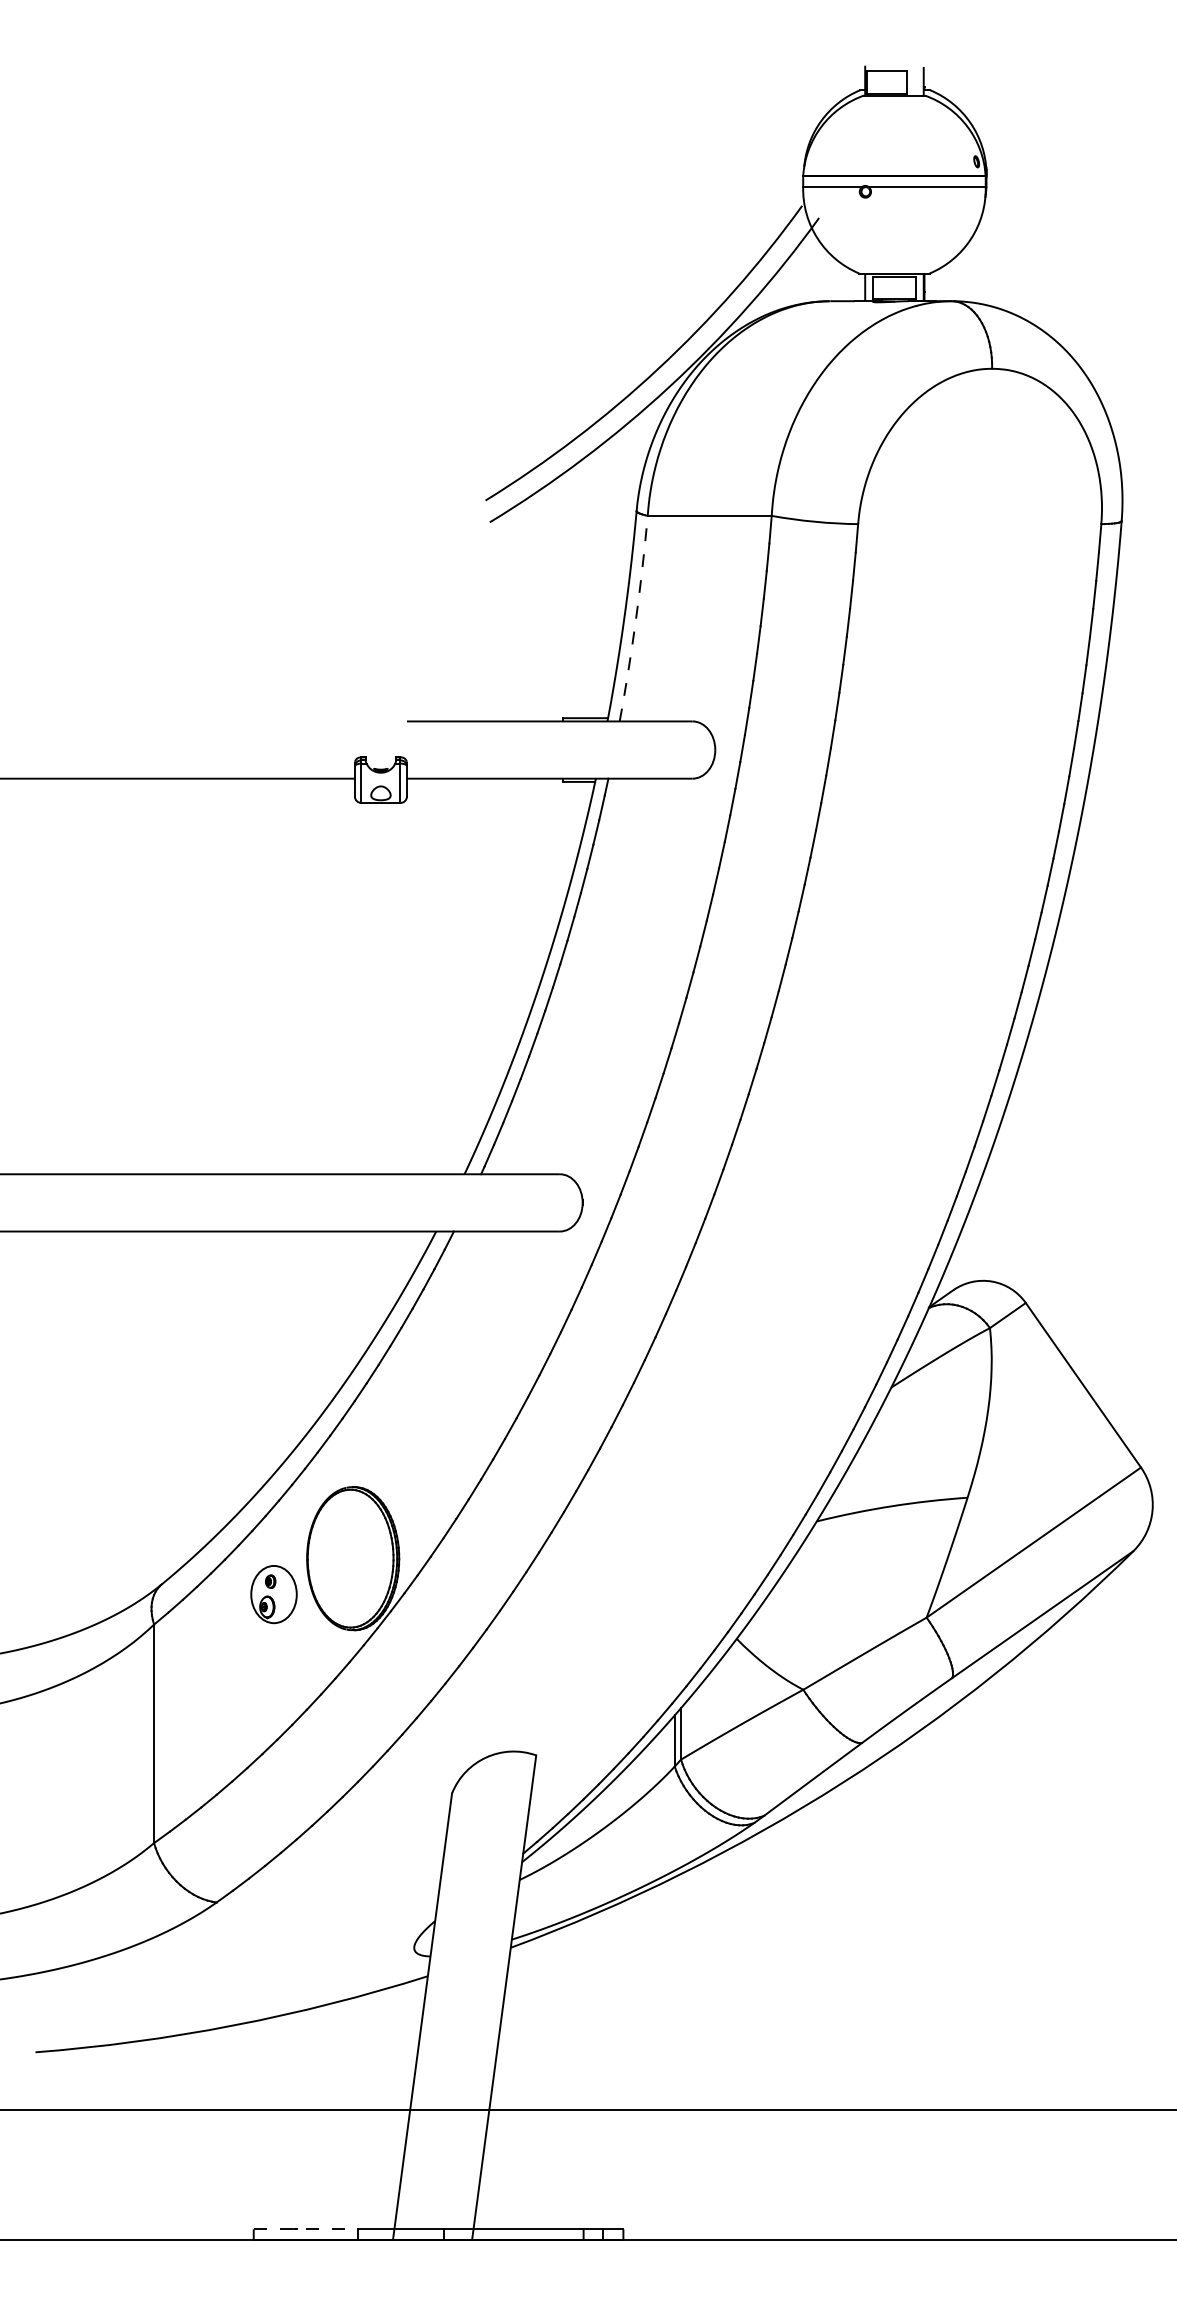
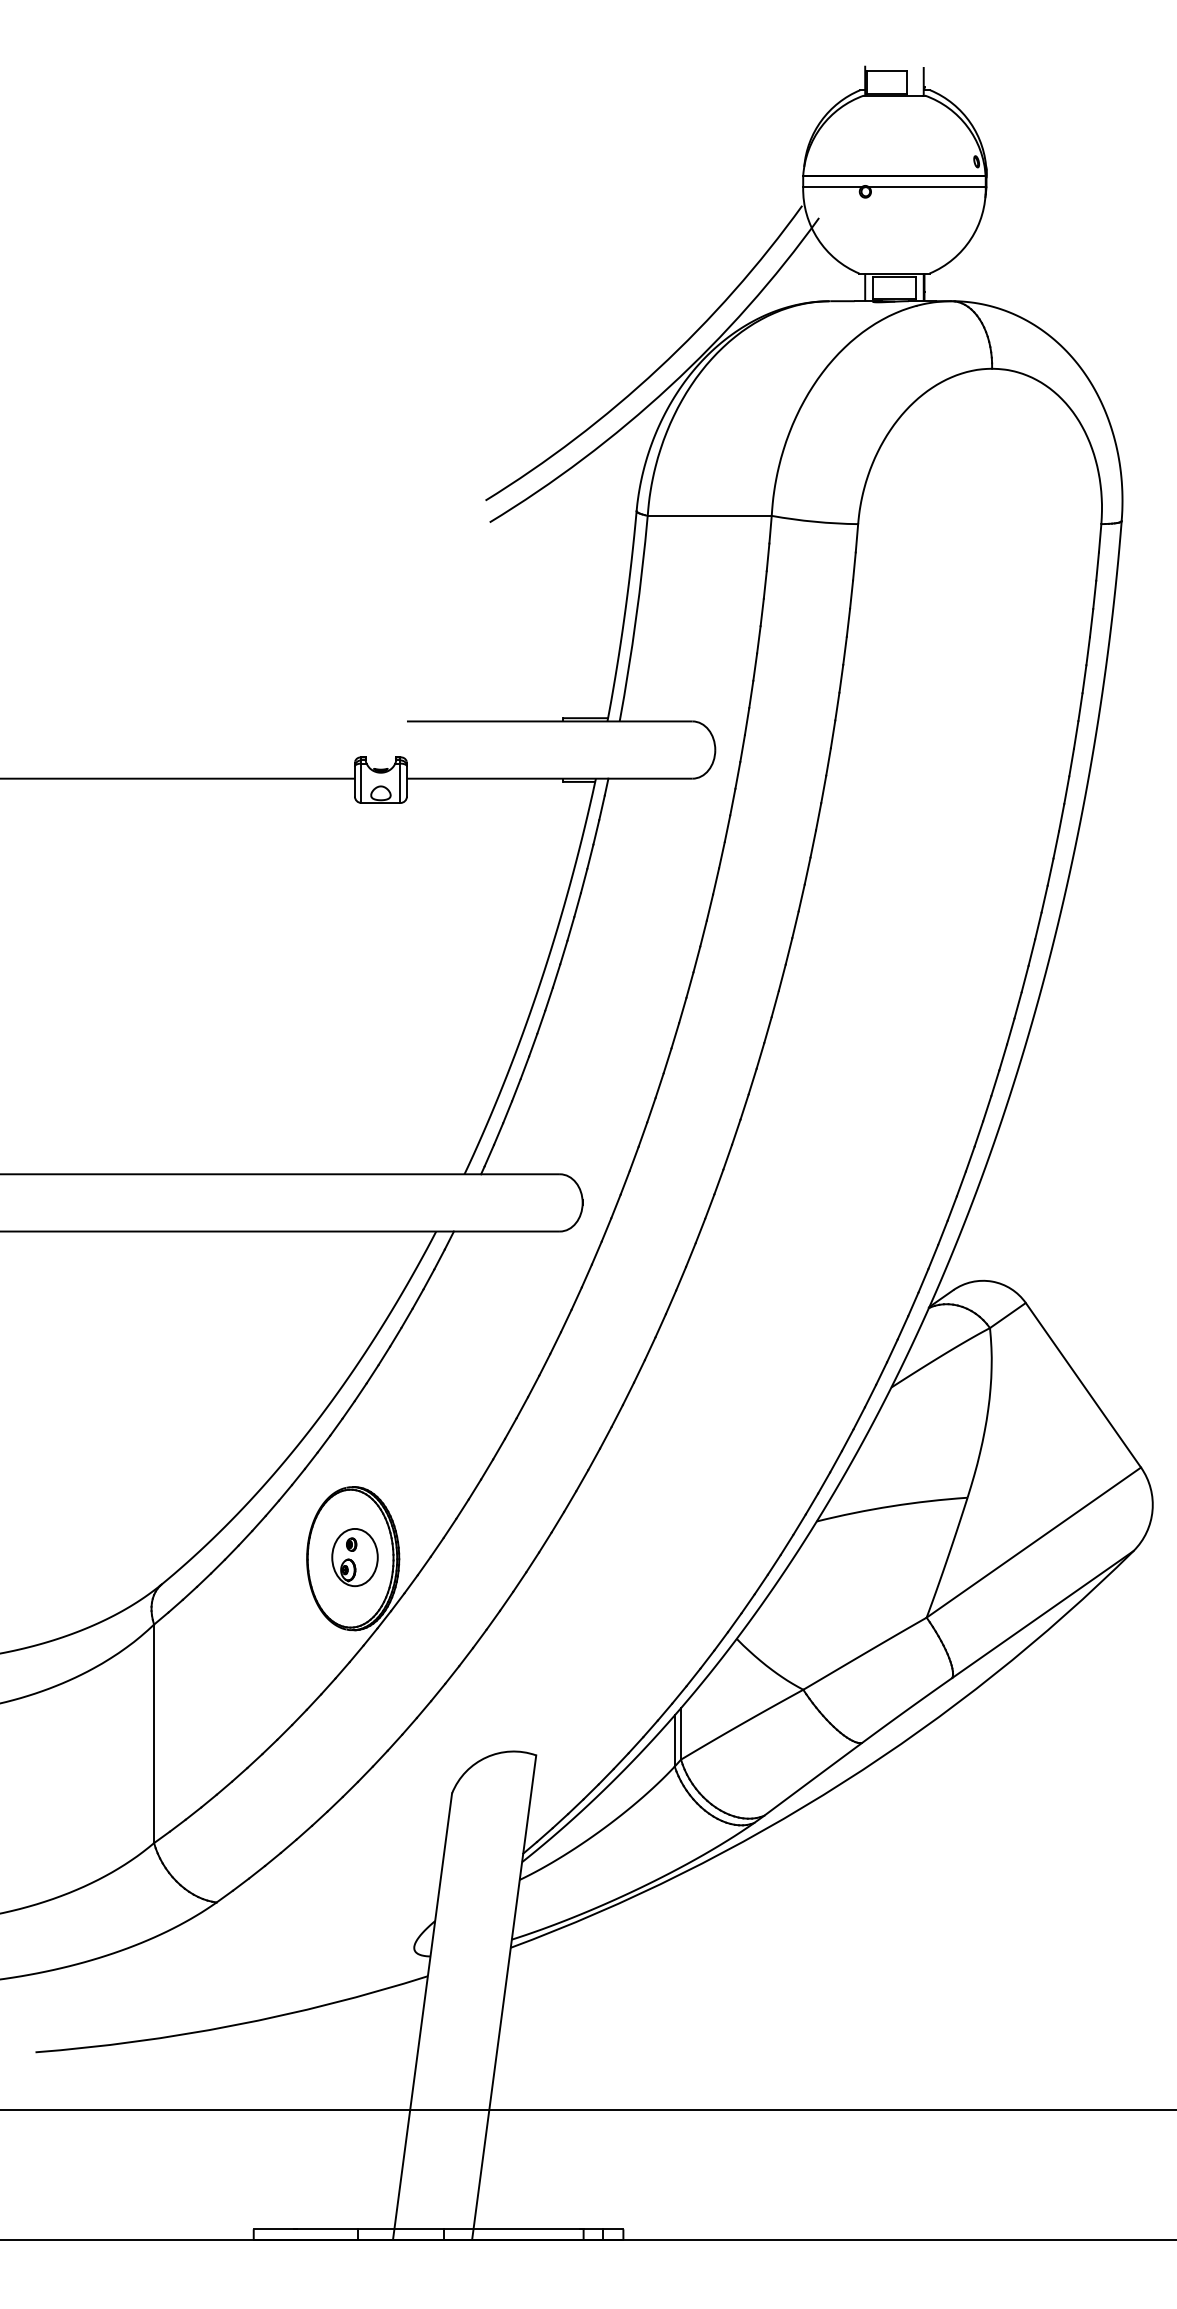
arc at (636, 618): dashed -> solid
part at (273, 1594) position: (273, 1594) -> (354, 1557)
line at (305, 2229): dashed -> solid
